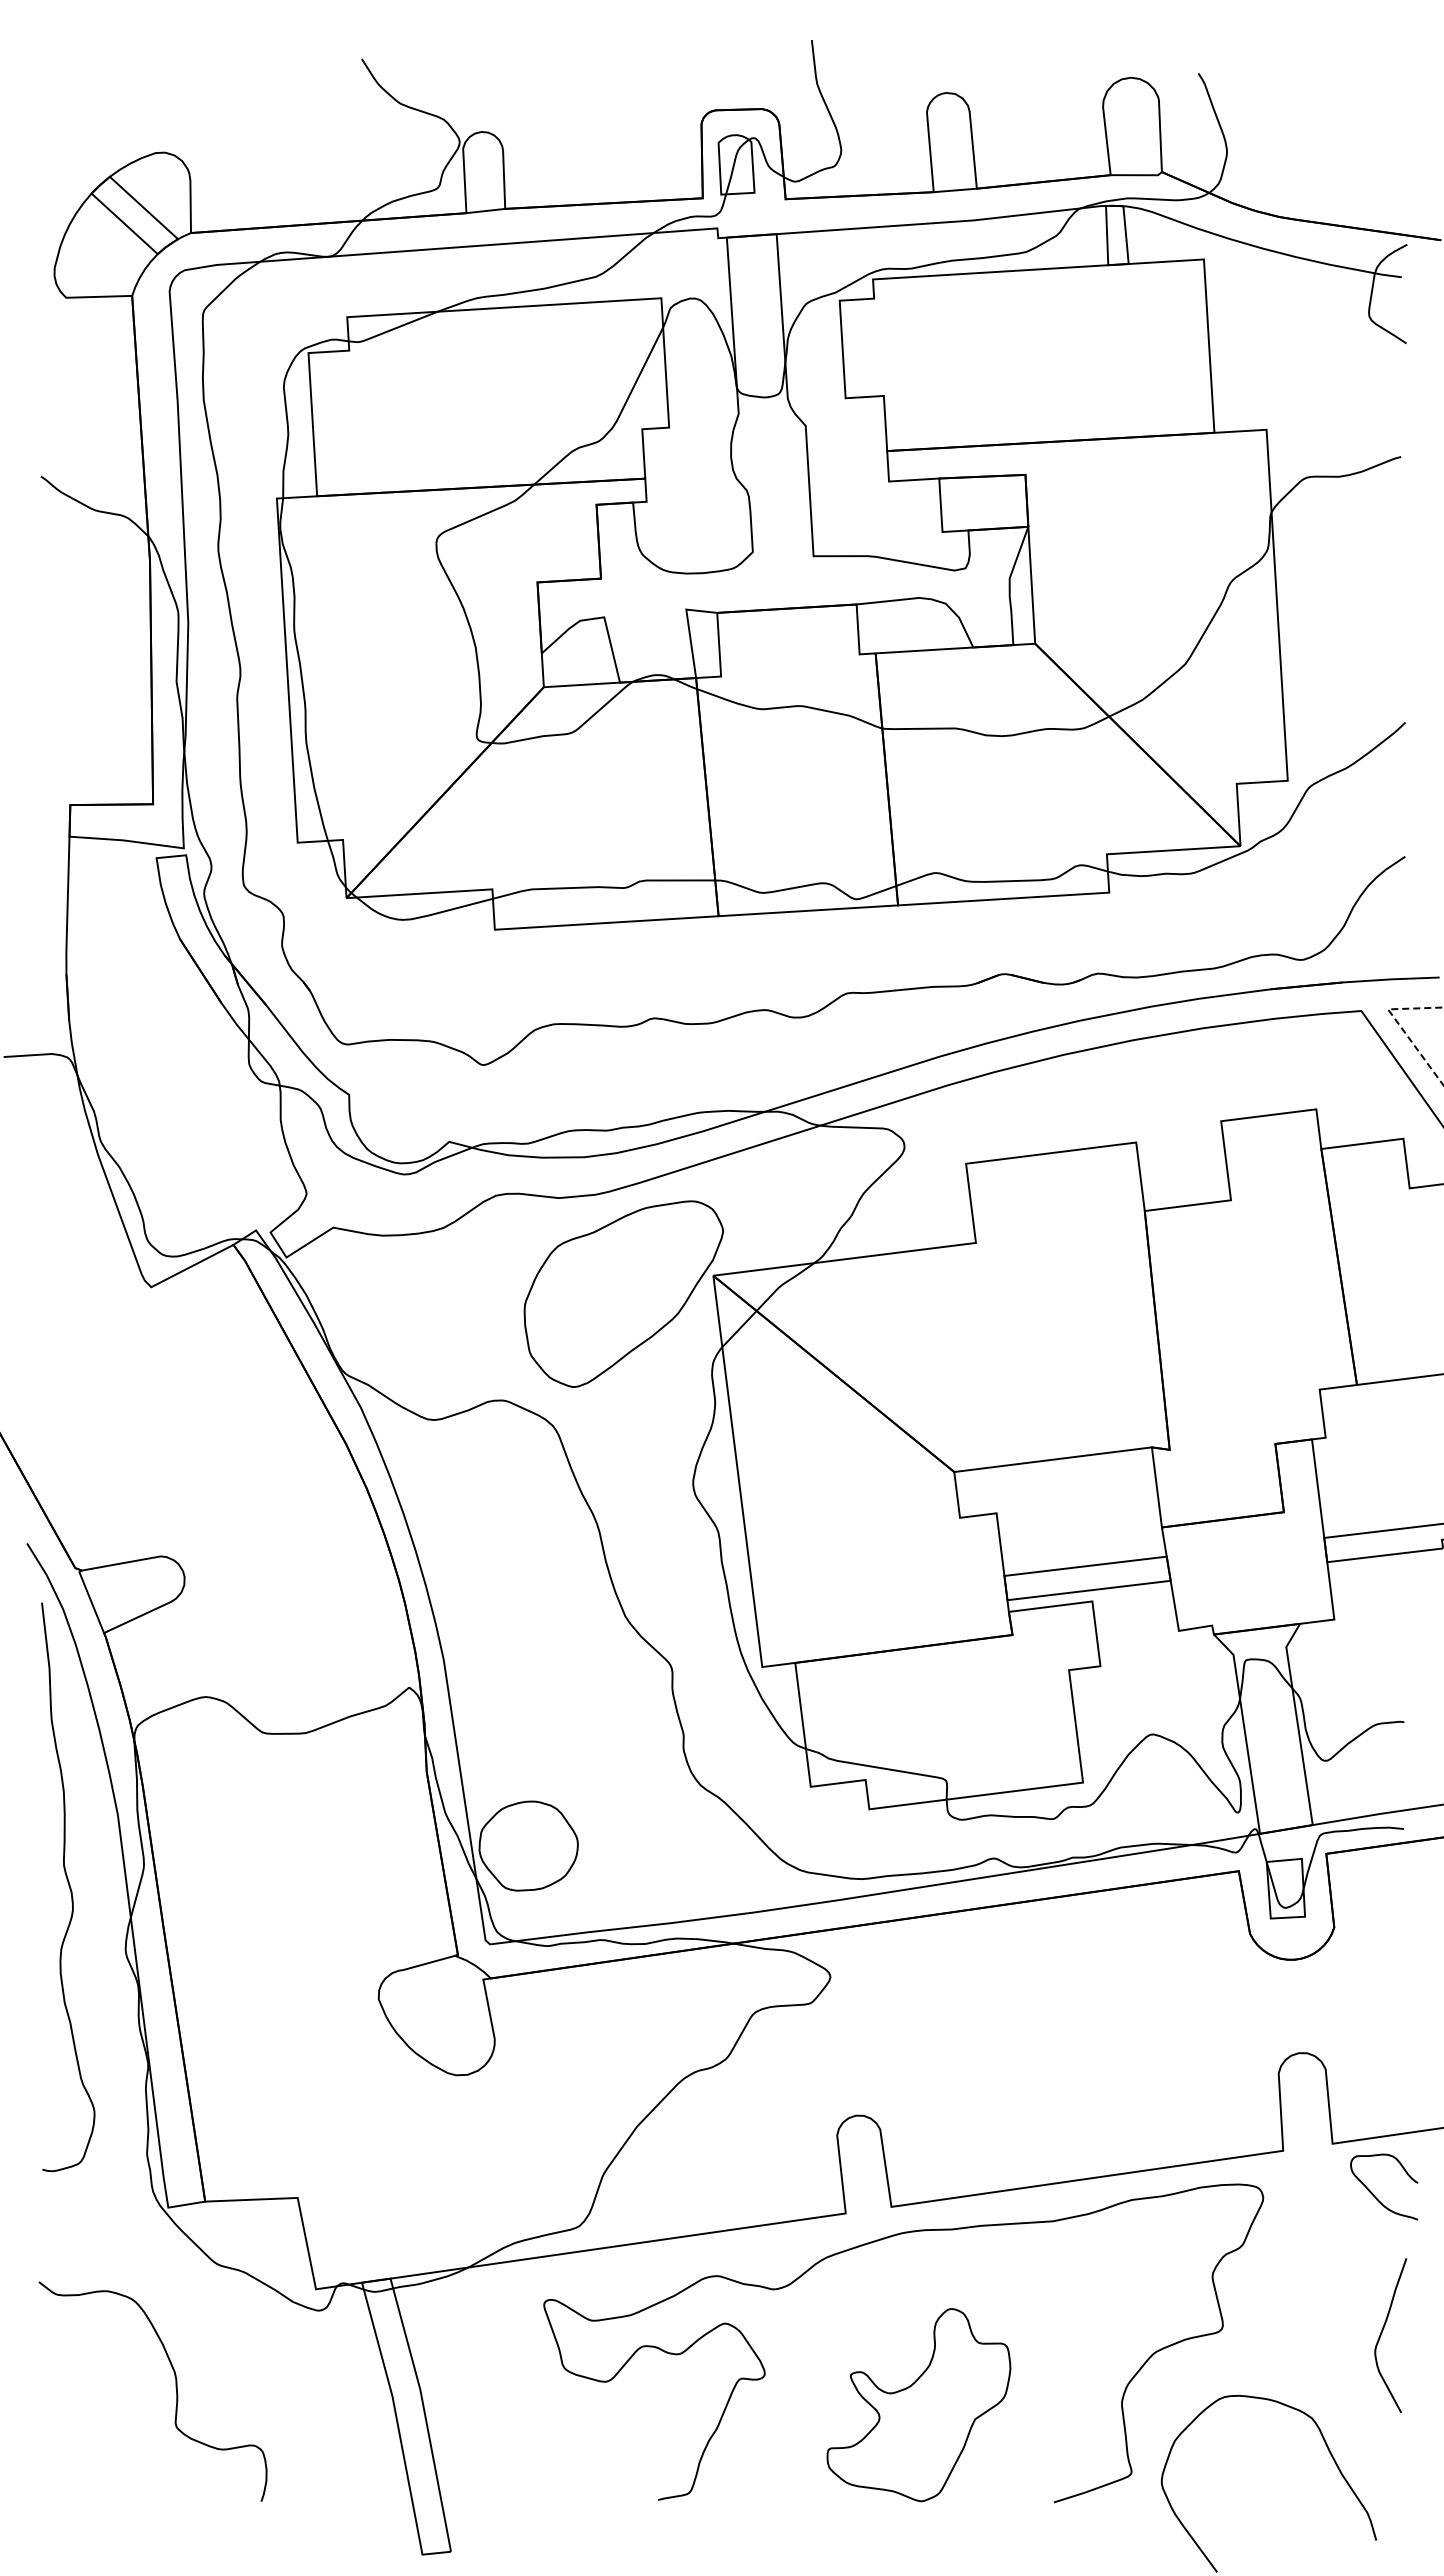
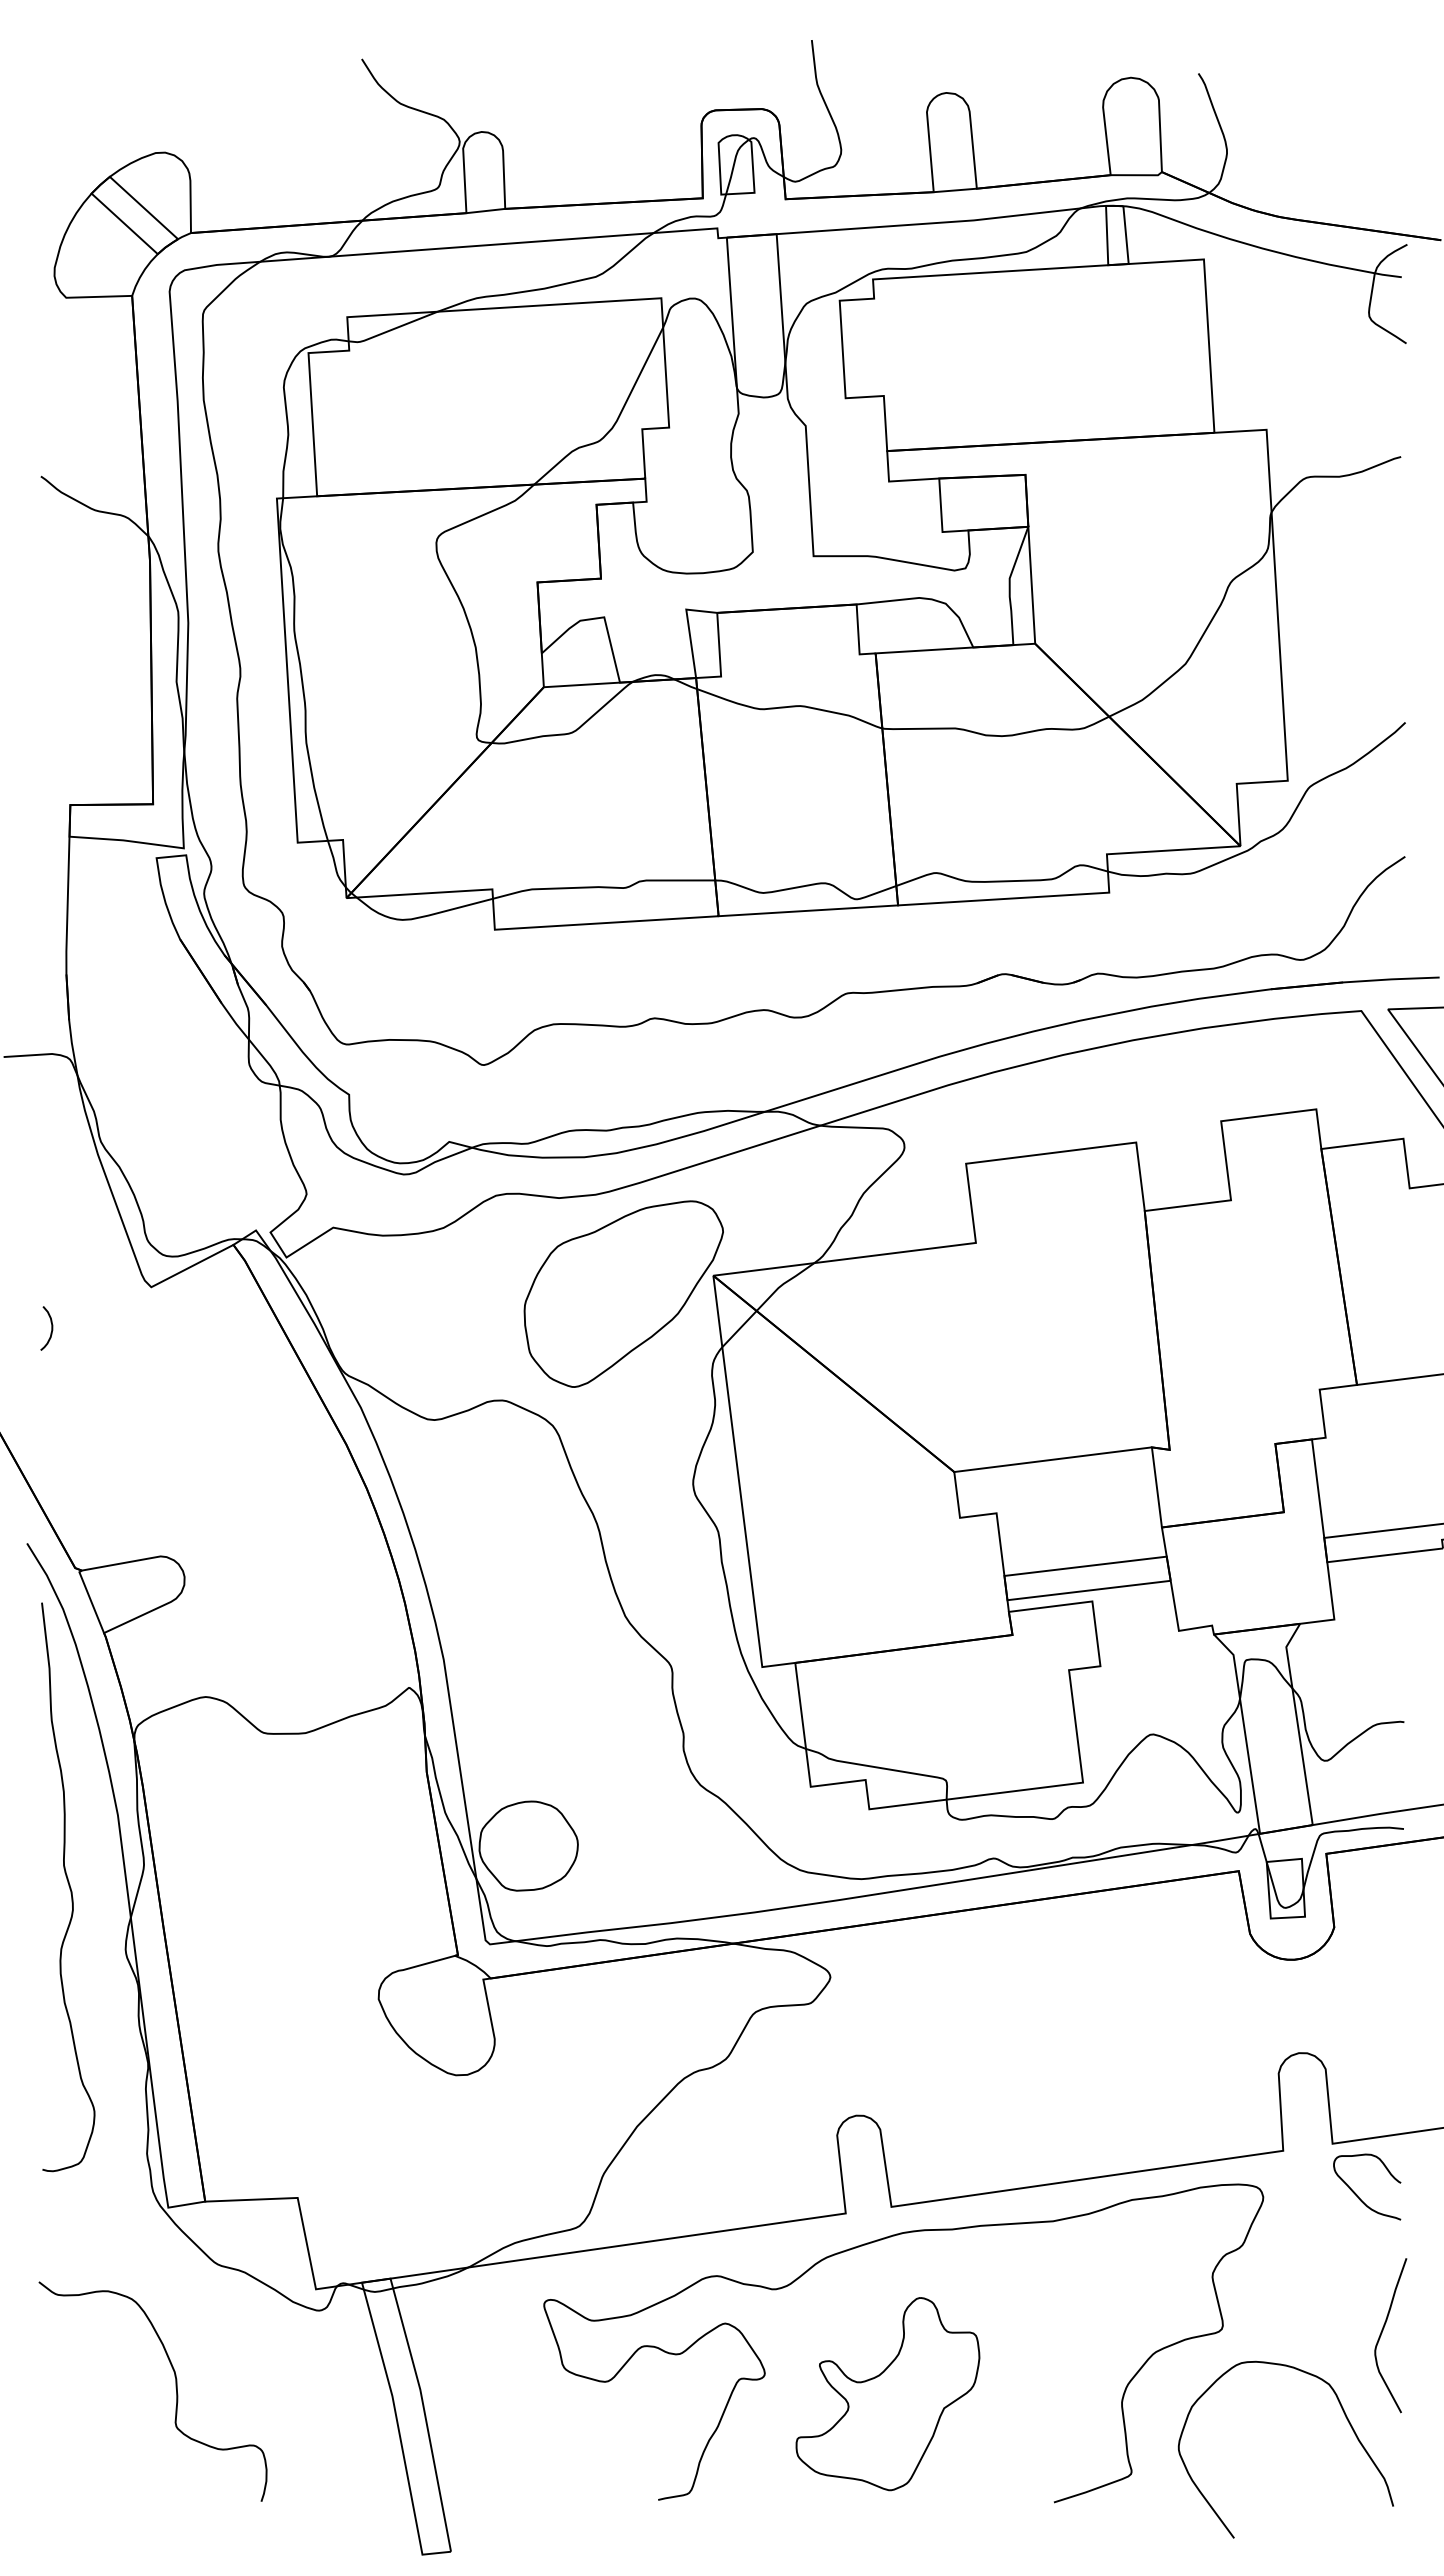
line at (1399, 1024): dashed -> solid
curve at (51, 1328): none -> present
curve at (1374, 2194) position: (1374, 2194) -> (1357, 2194)
part at (918, 2405) position: (918, 2405) -> (887, 2394)
curve at (1329, 2453) position: (1329, 2453) -> (1346, 2419)
